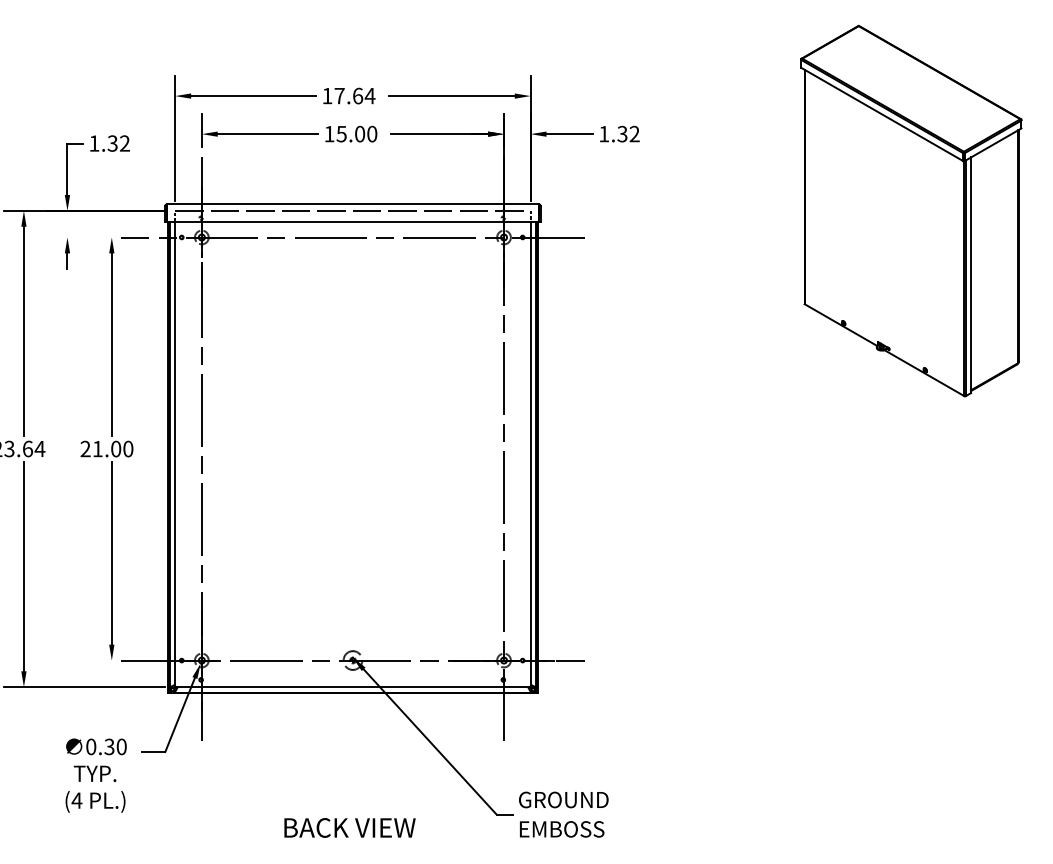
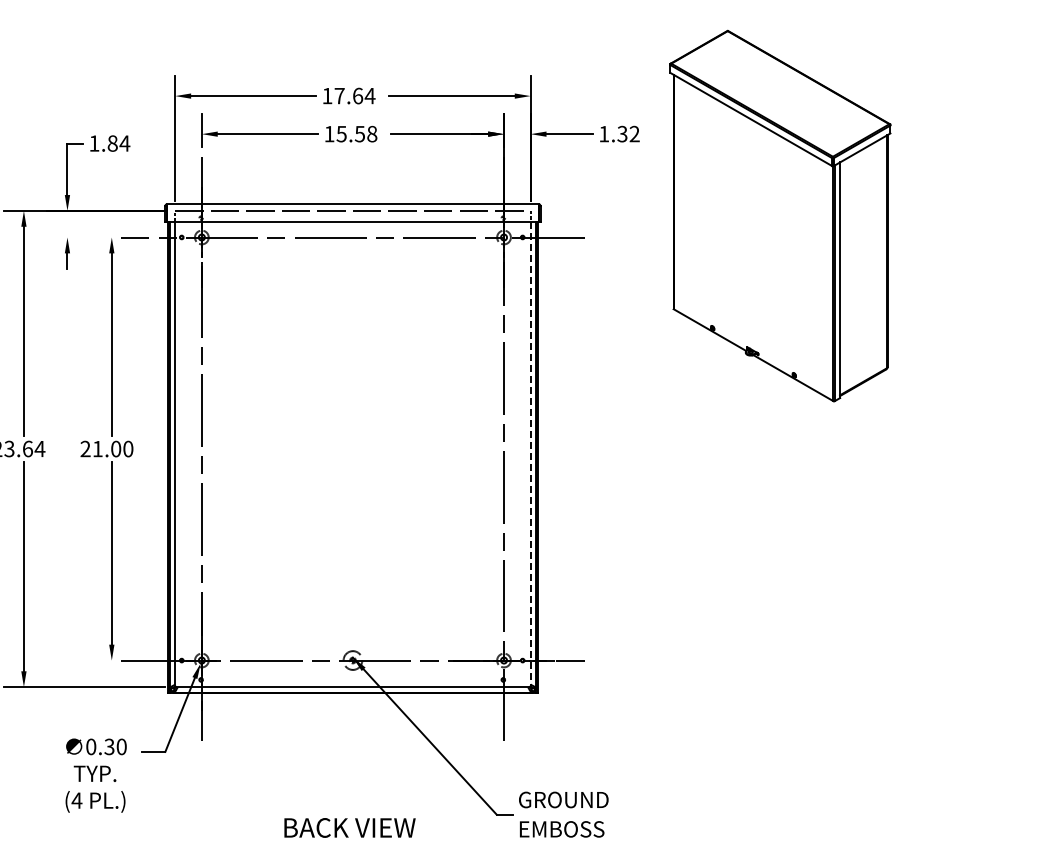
text at (365, 133): 15.00 -> 15.58
text at (118, 143): 1.32 -> 1.84
part at (911, 210) position: (911, 210) -> (780, 215)
line at (530, 454): solid -> dashed
